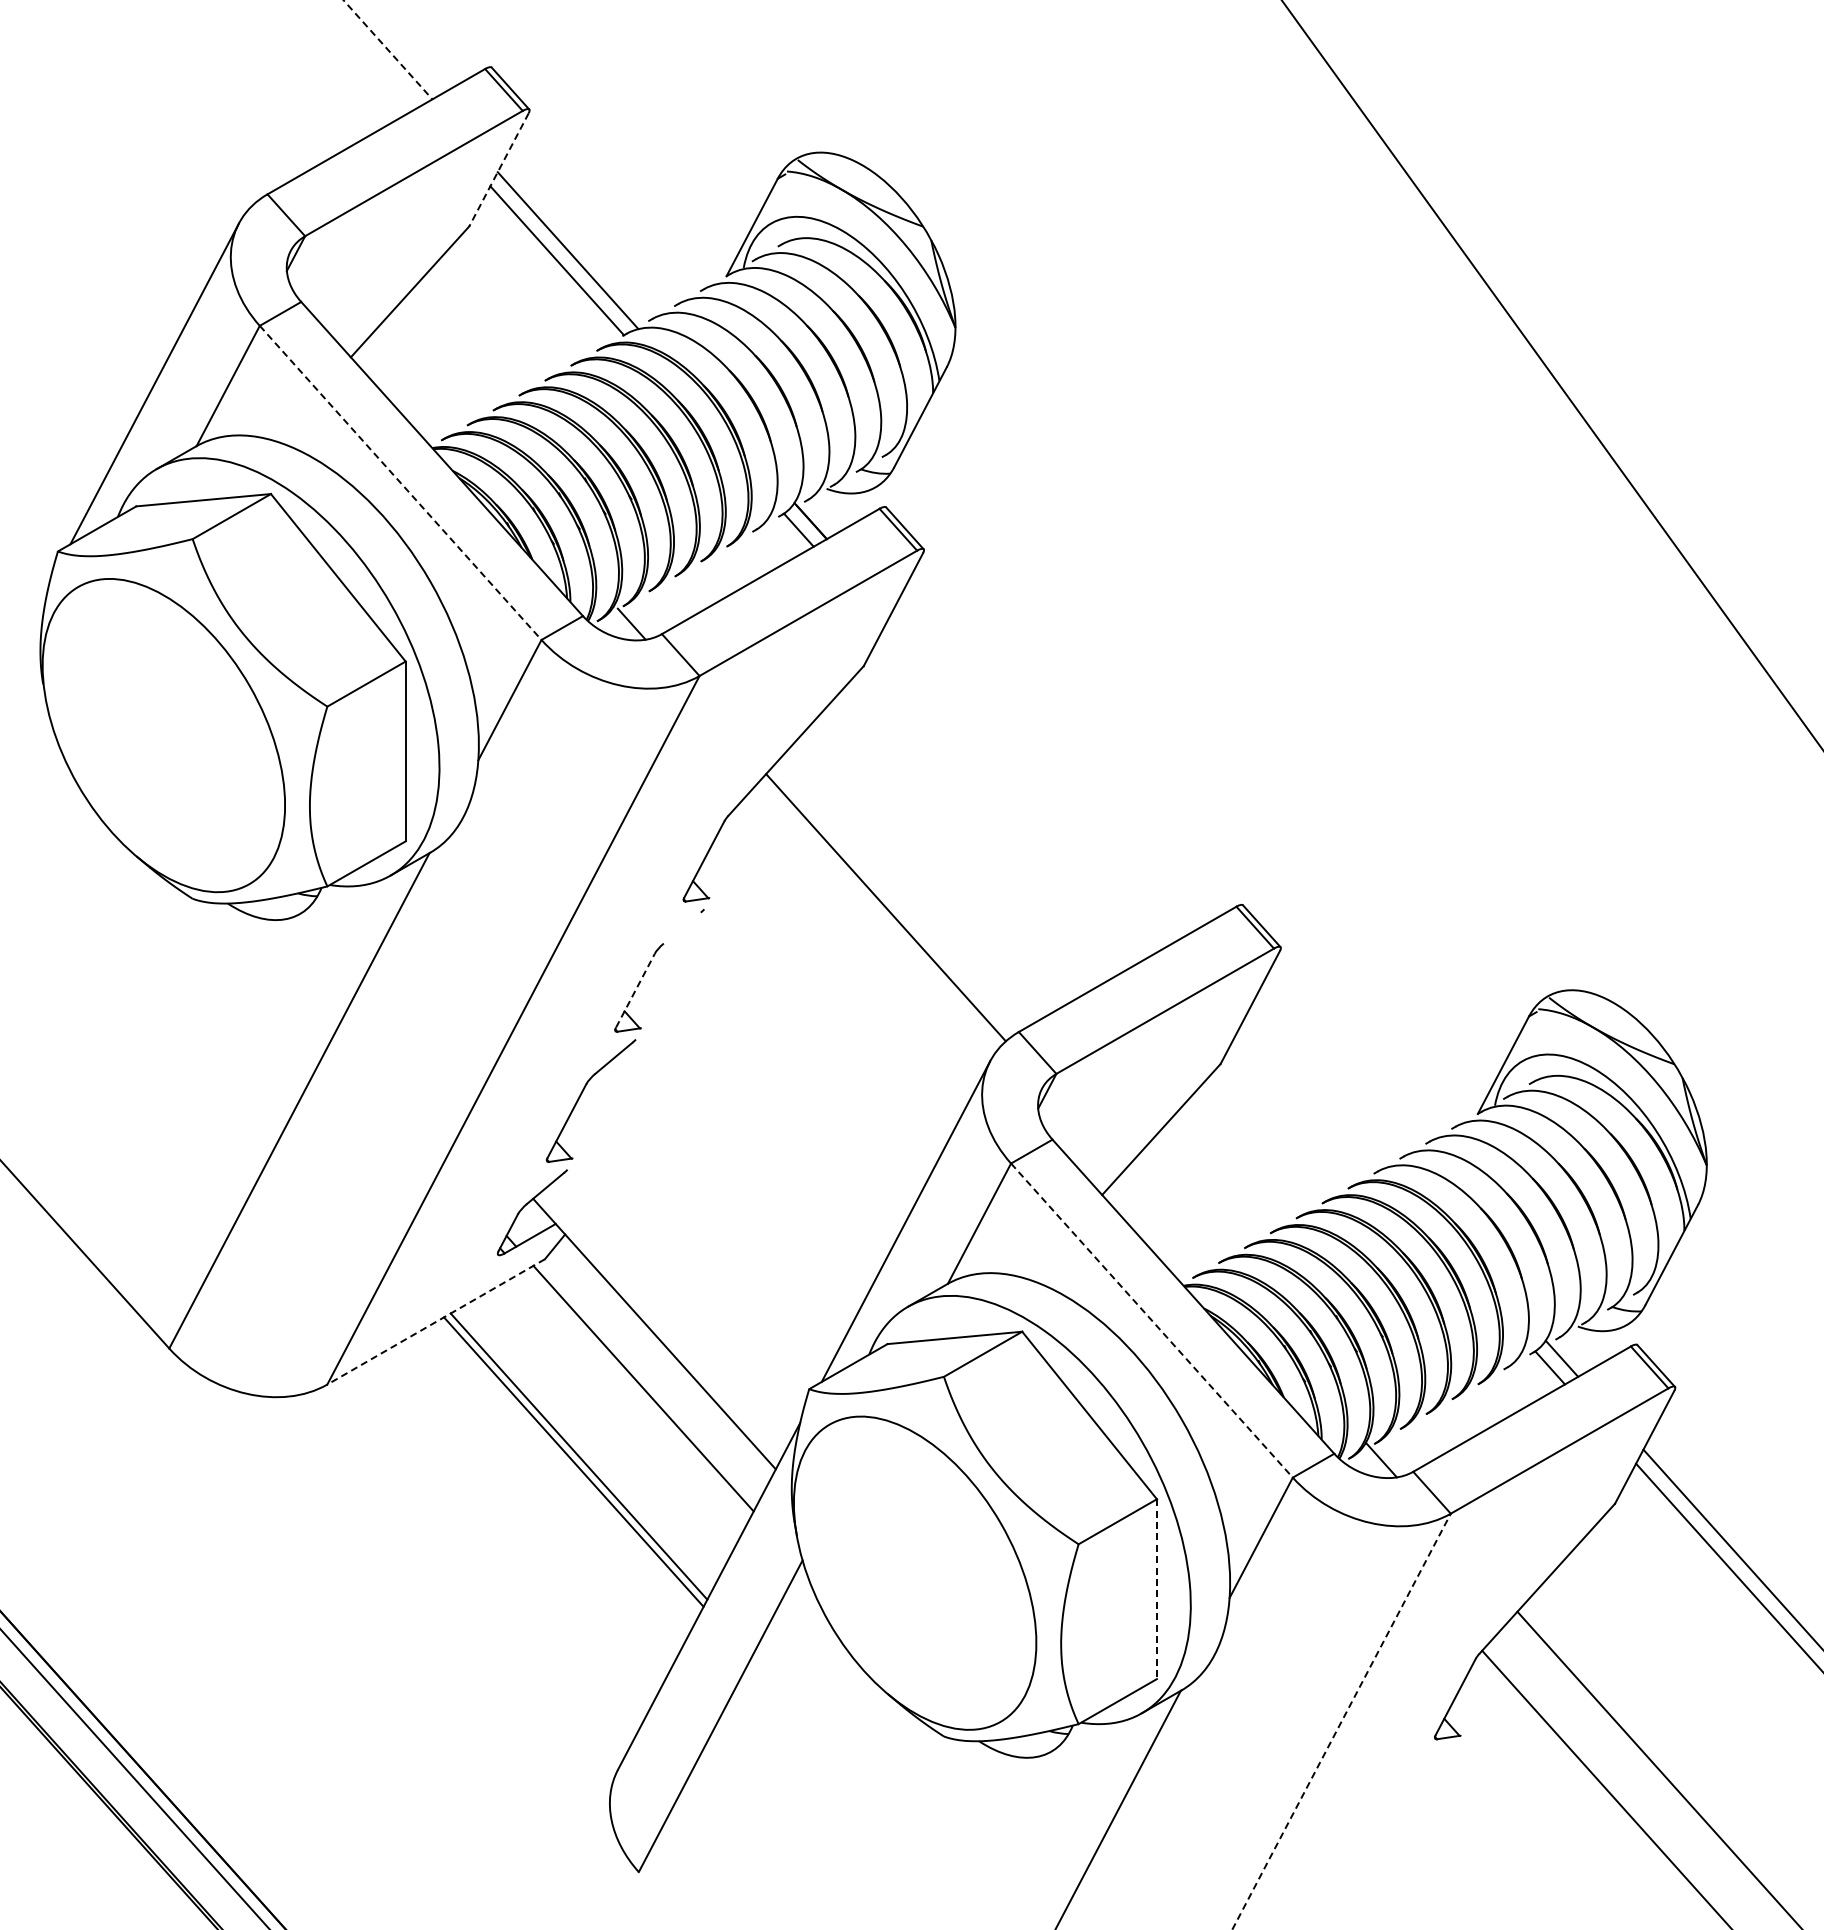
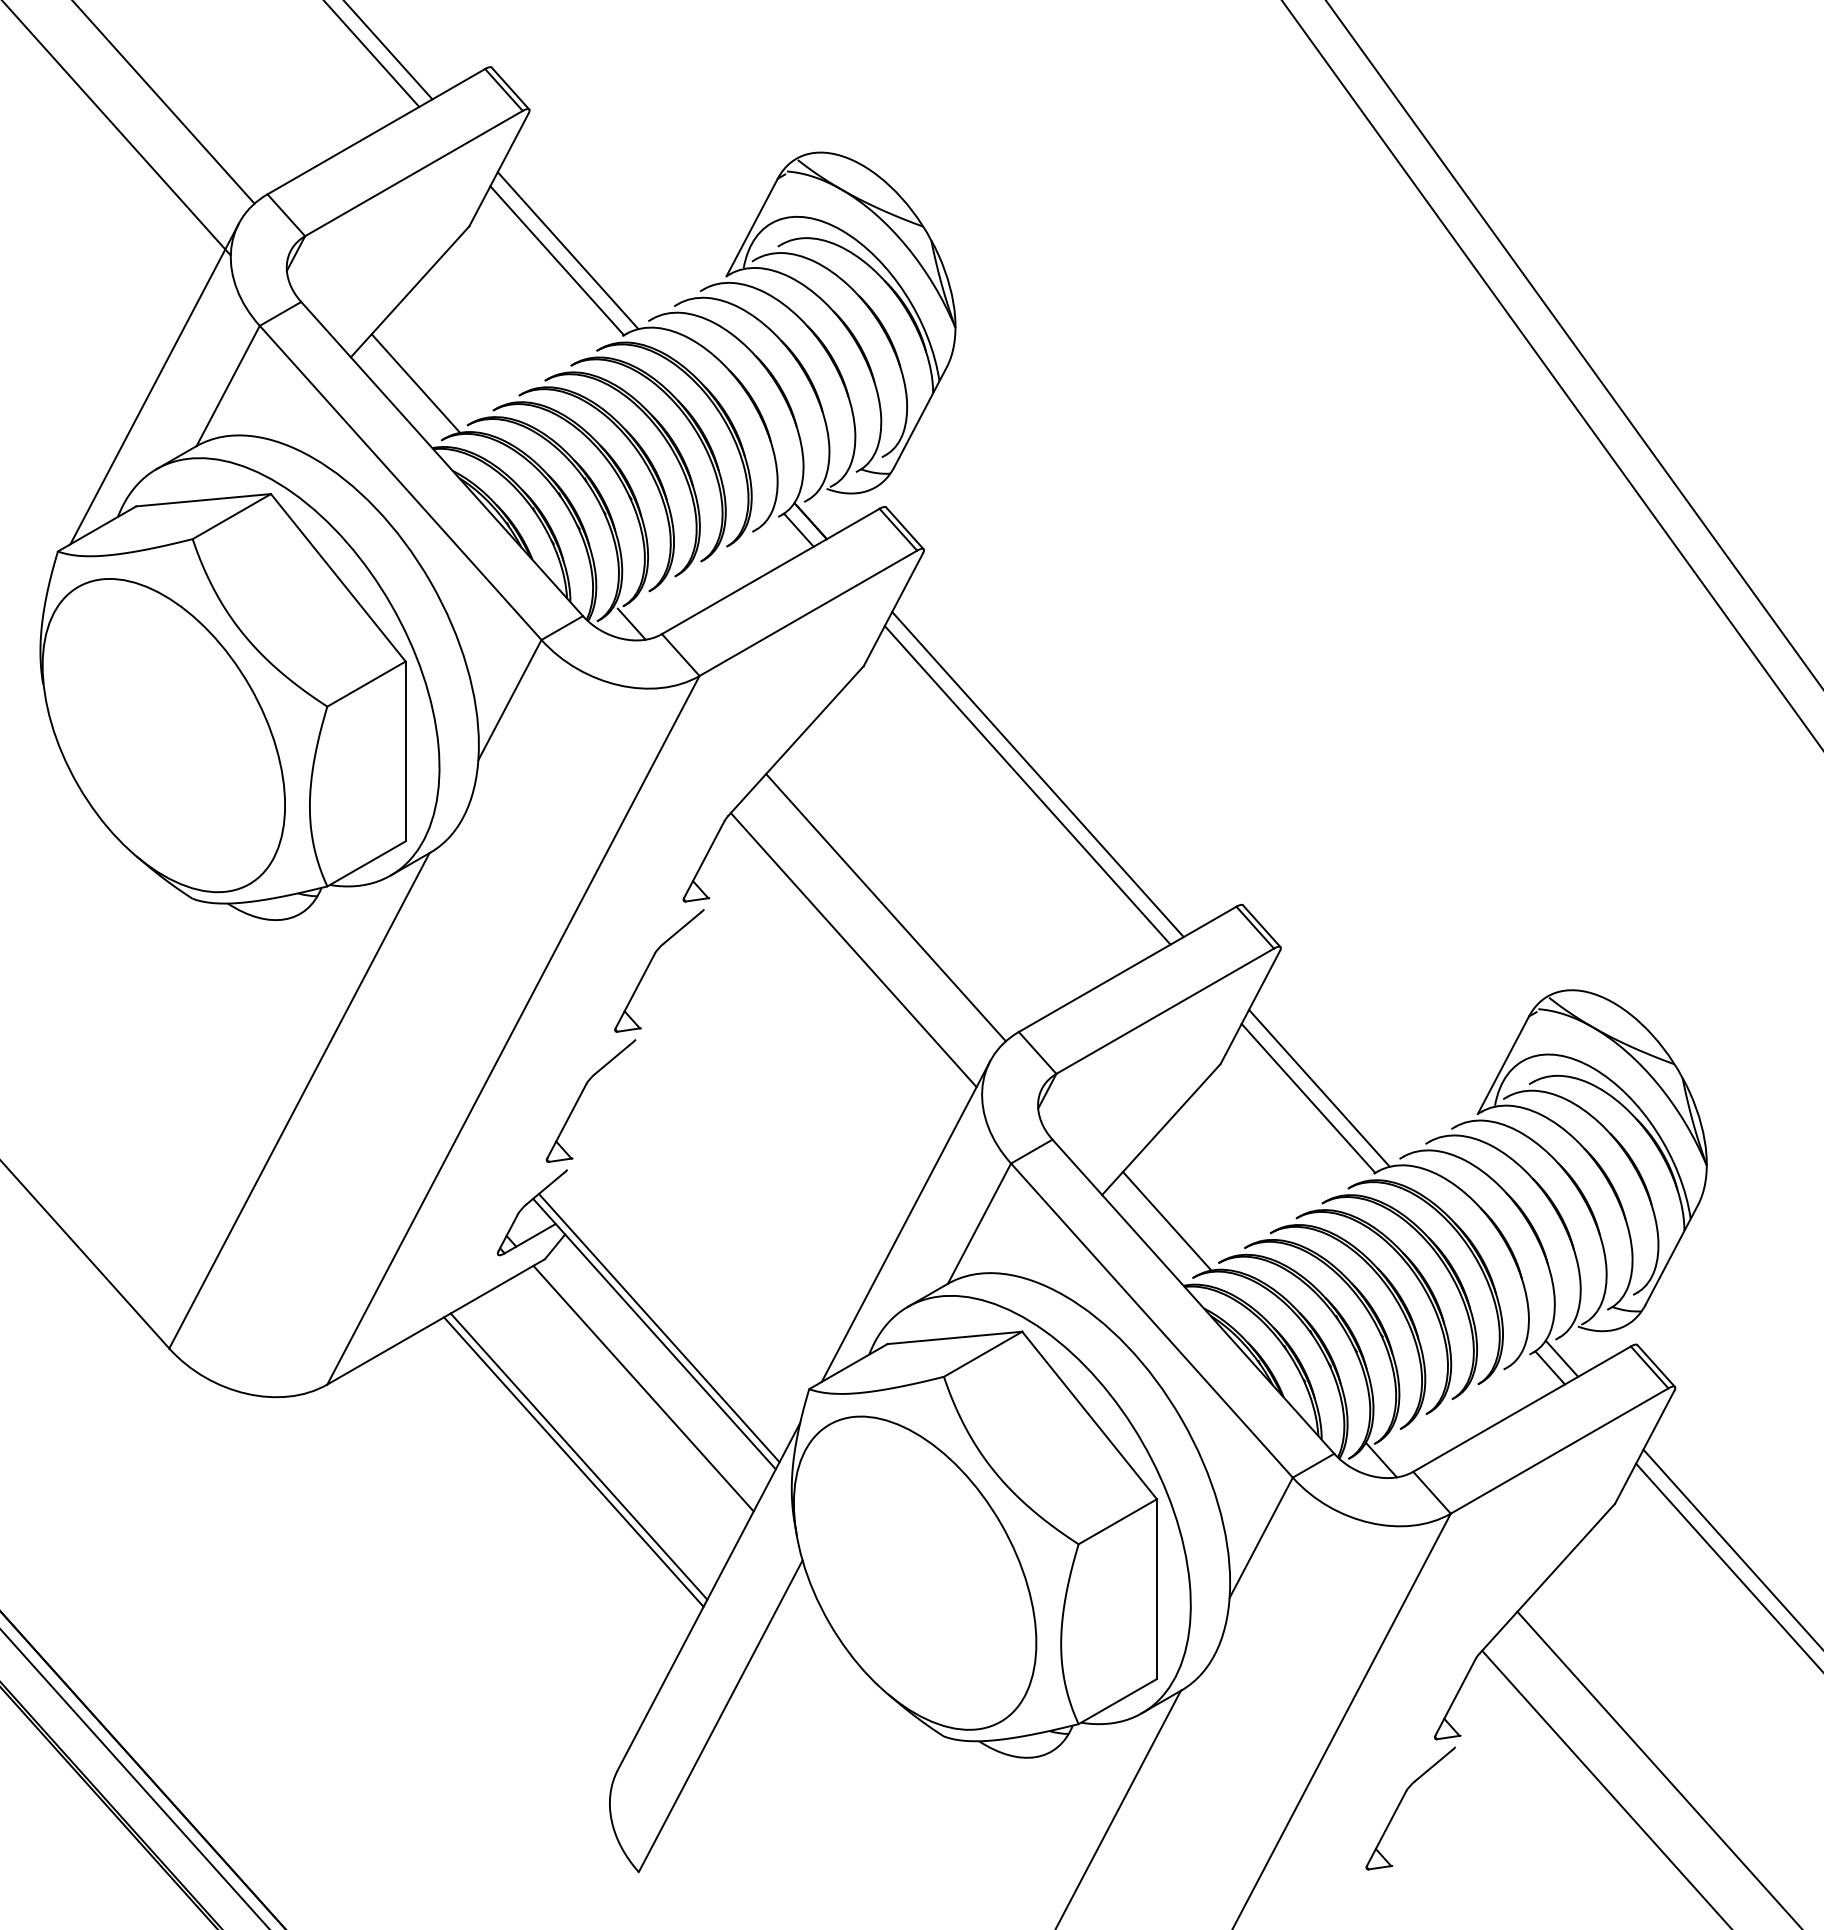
line at (388, 50): dashed -> solid
line at (372, 54): none -> present
line at (164, 102): none -> present
line at (116, 128): none -> present
line at (499, 169): dashed -> solid
line at (1573, 343): none -> present
line at (415, 382): none -> present
line at (400, 482): dashed -> solid
line at (1037, 774): none -> present
line at (1027, 785): none -> present
line at (681, 927): none -> present
line at (853, 950): none -> present
line at (635, 990): dashed -> solid
line at (1319, 1087): none -> present
line at (1308, 1097): none -> present
line at (1167, 1220): none -> present
line at (1151, 1320): dashed -> solid
line at (436, 1321): dashed -> solid
line at (658, 1327): none -> present
line at (1156, 1589): dashed -> solid
line at (1341, 1721): dashed -> solid
part at (1400, 1804): none -> present
